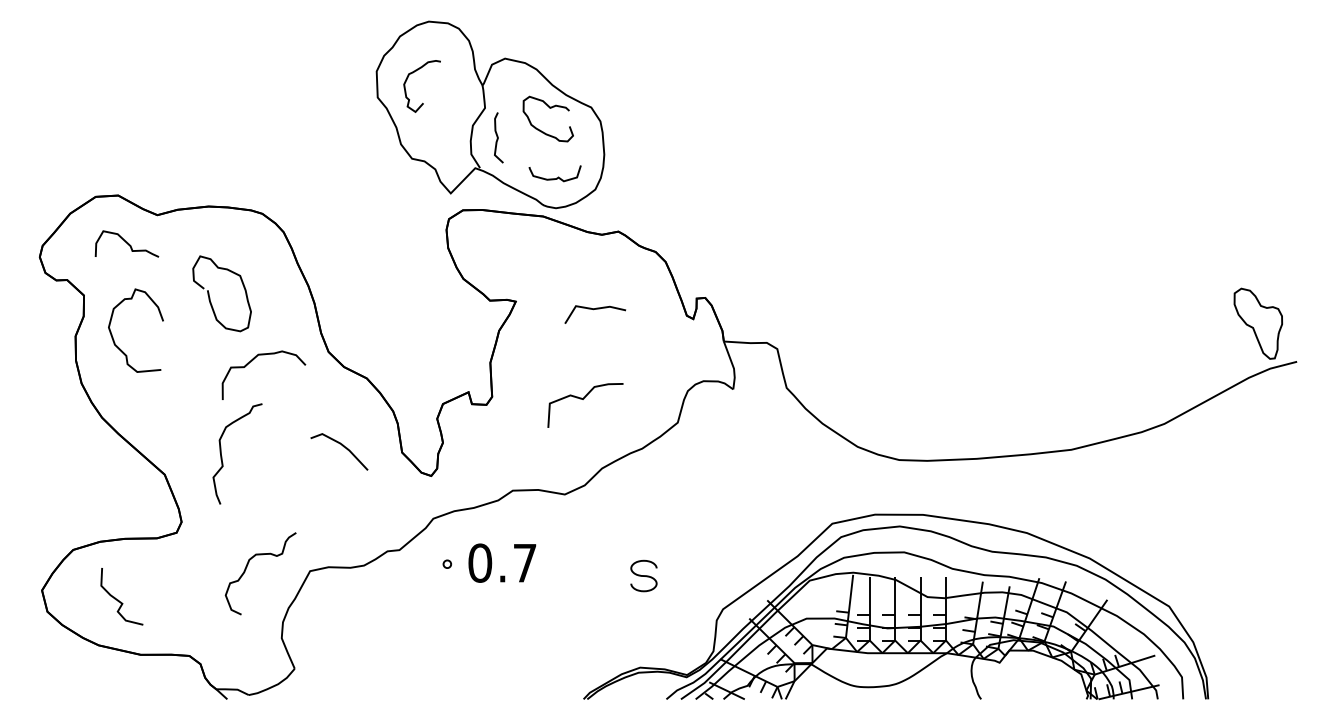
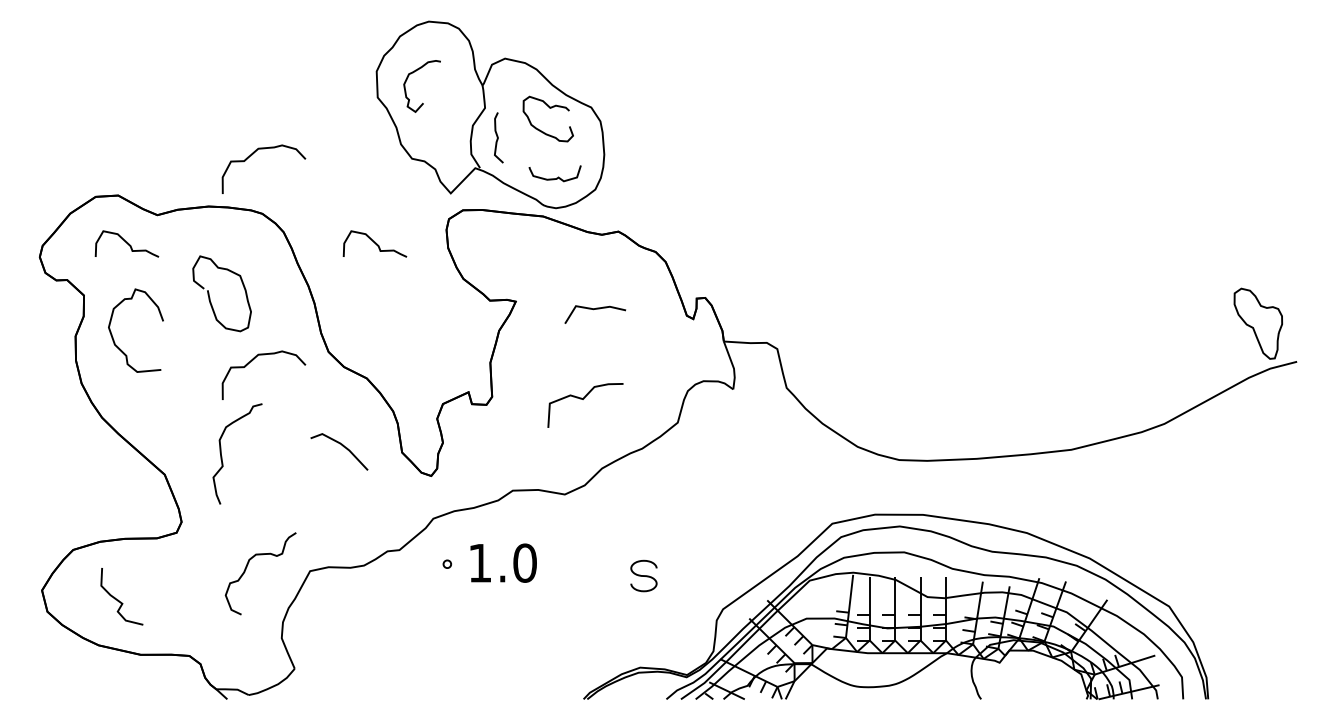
curve at (252, 155): none -> present
curve at (374, 243): none -> present
text at (502, 562): 0.7 -> 1.0
